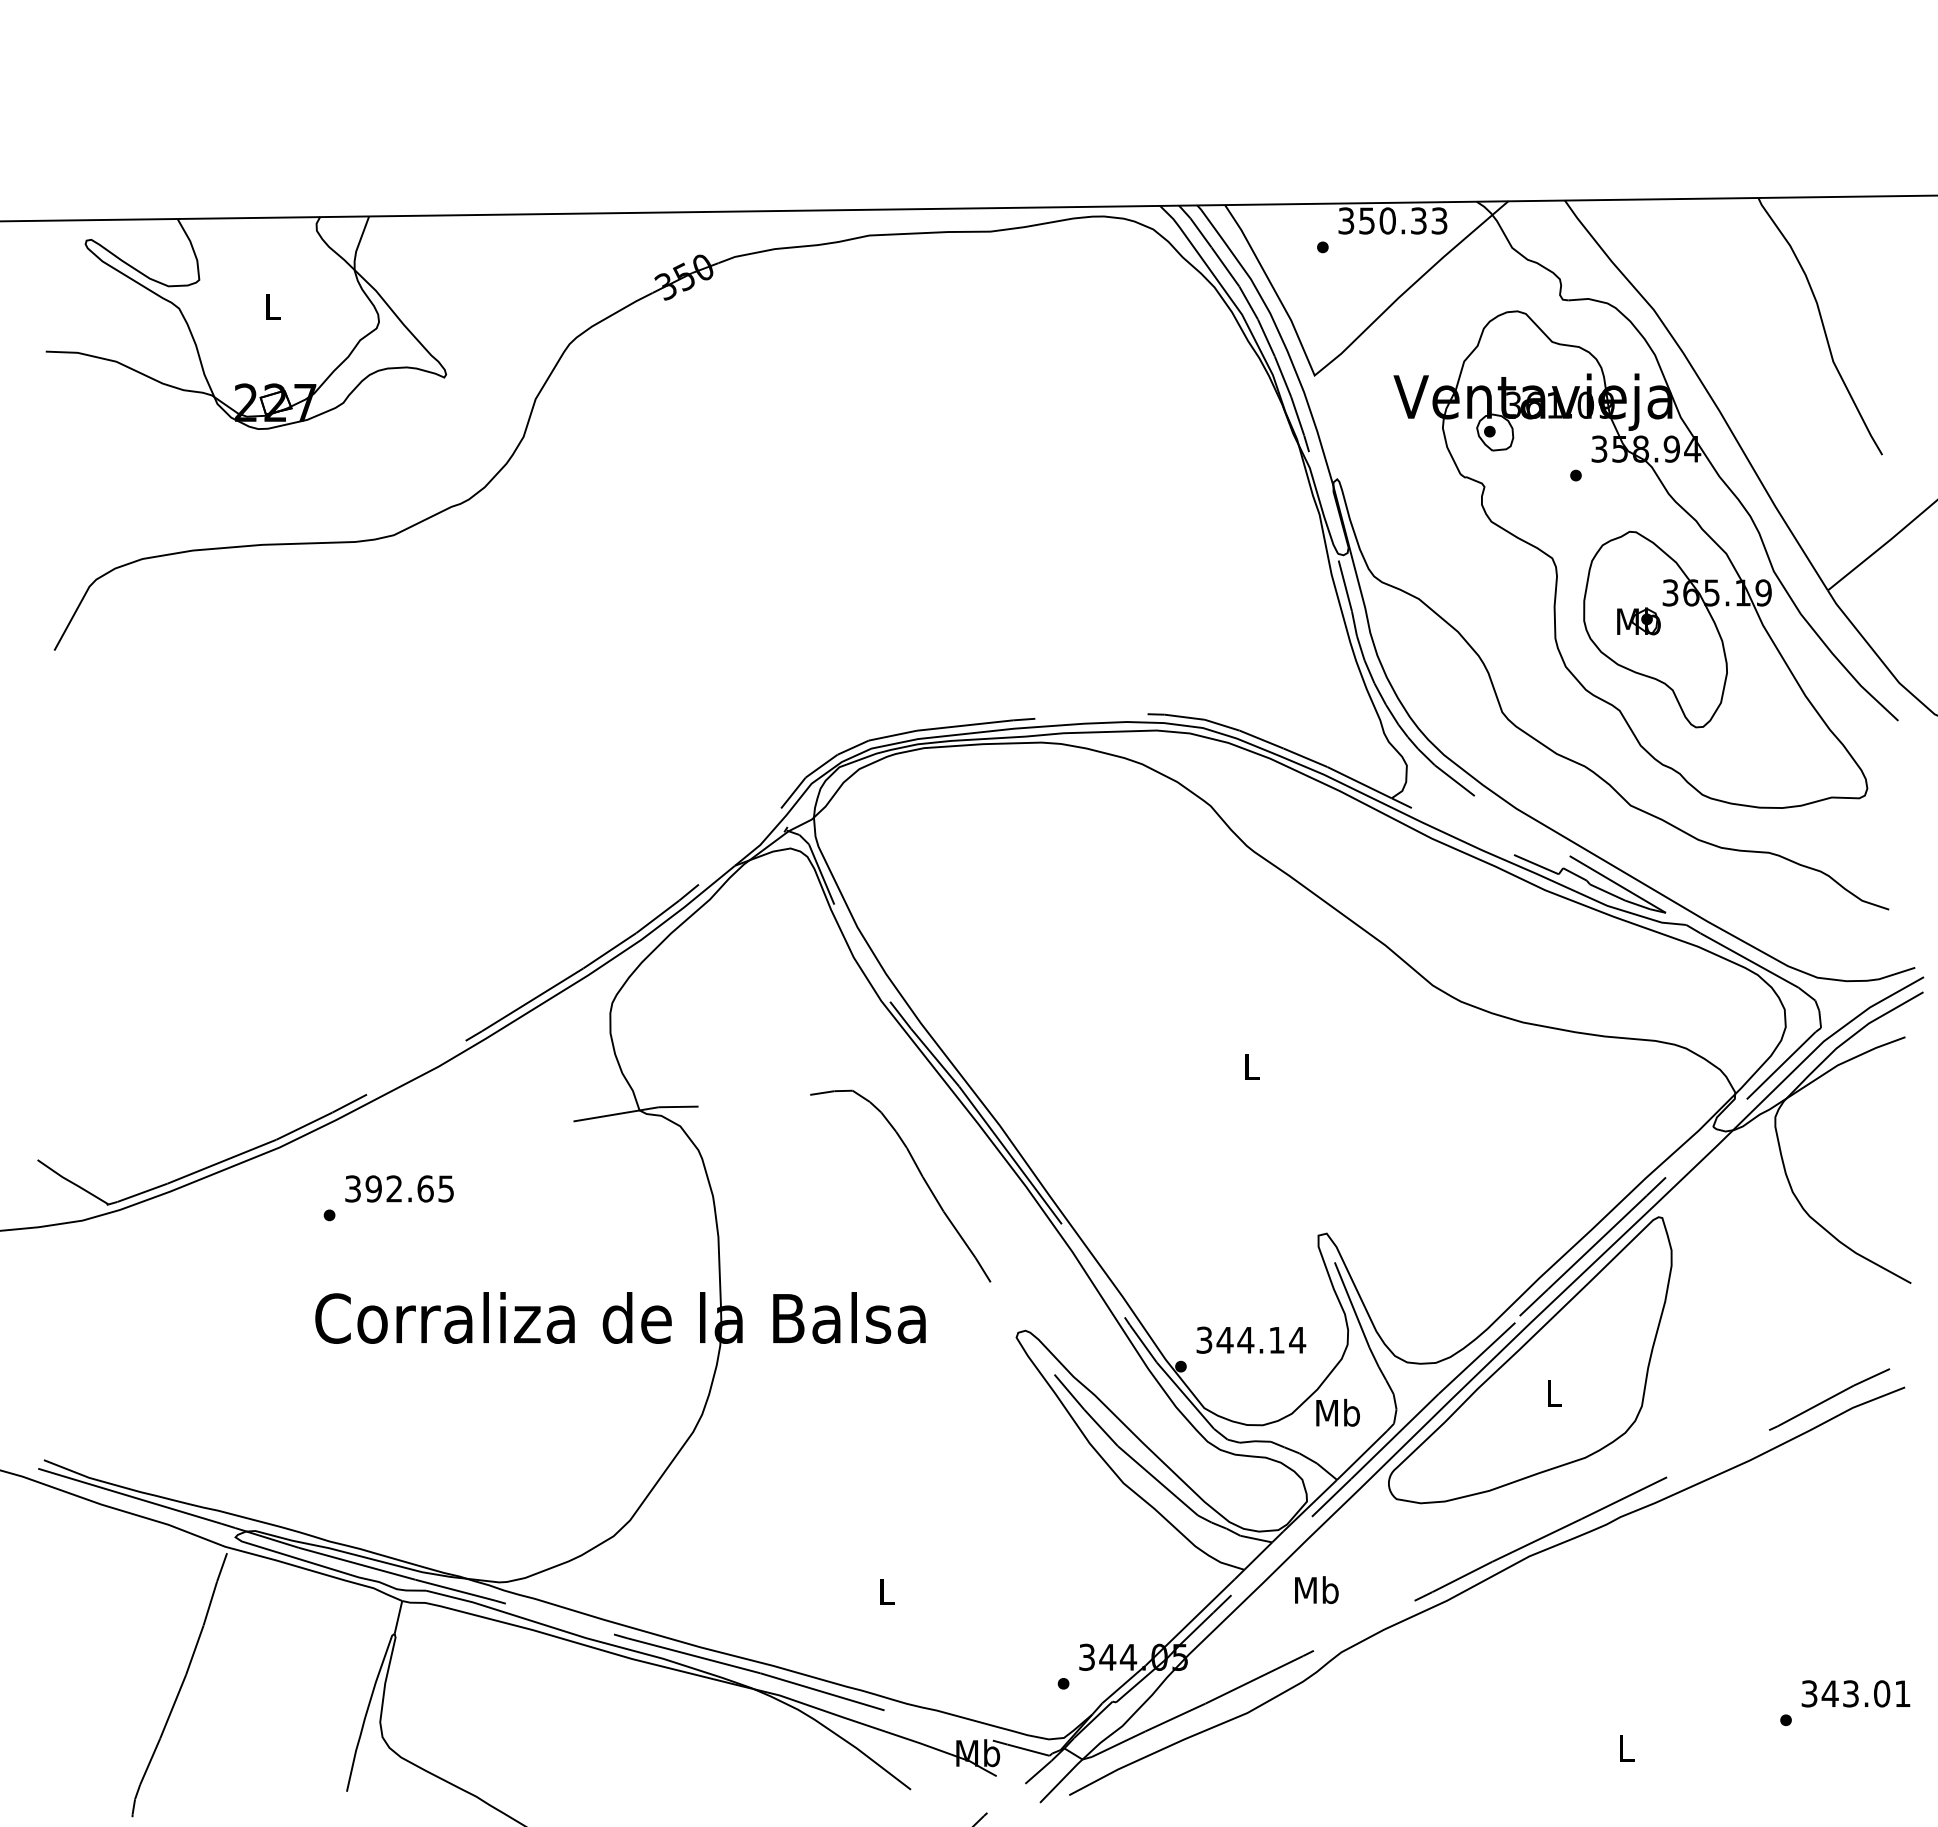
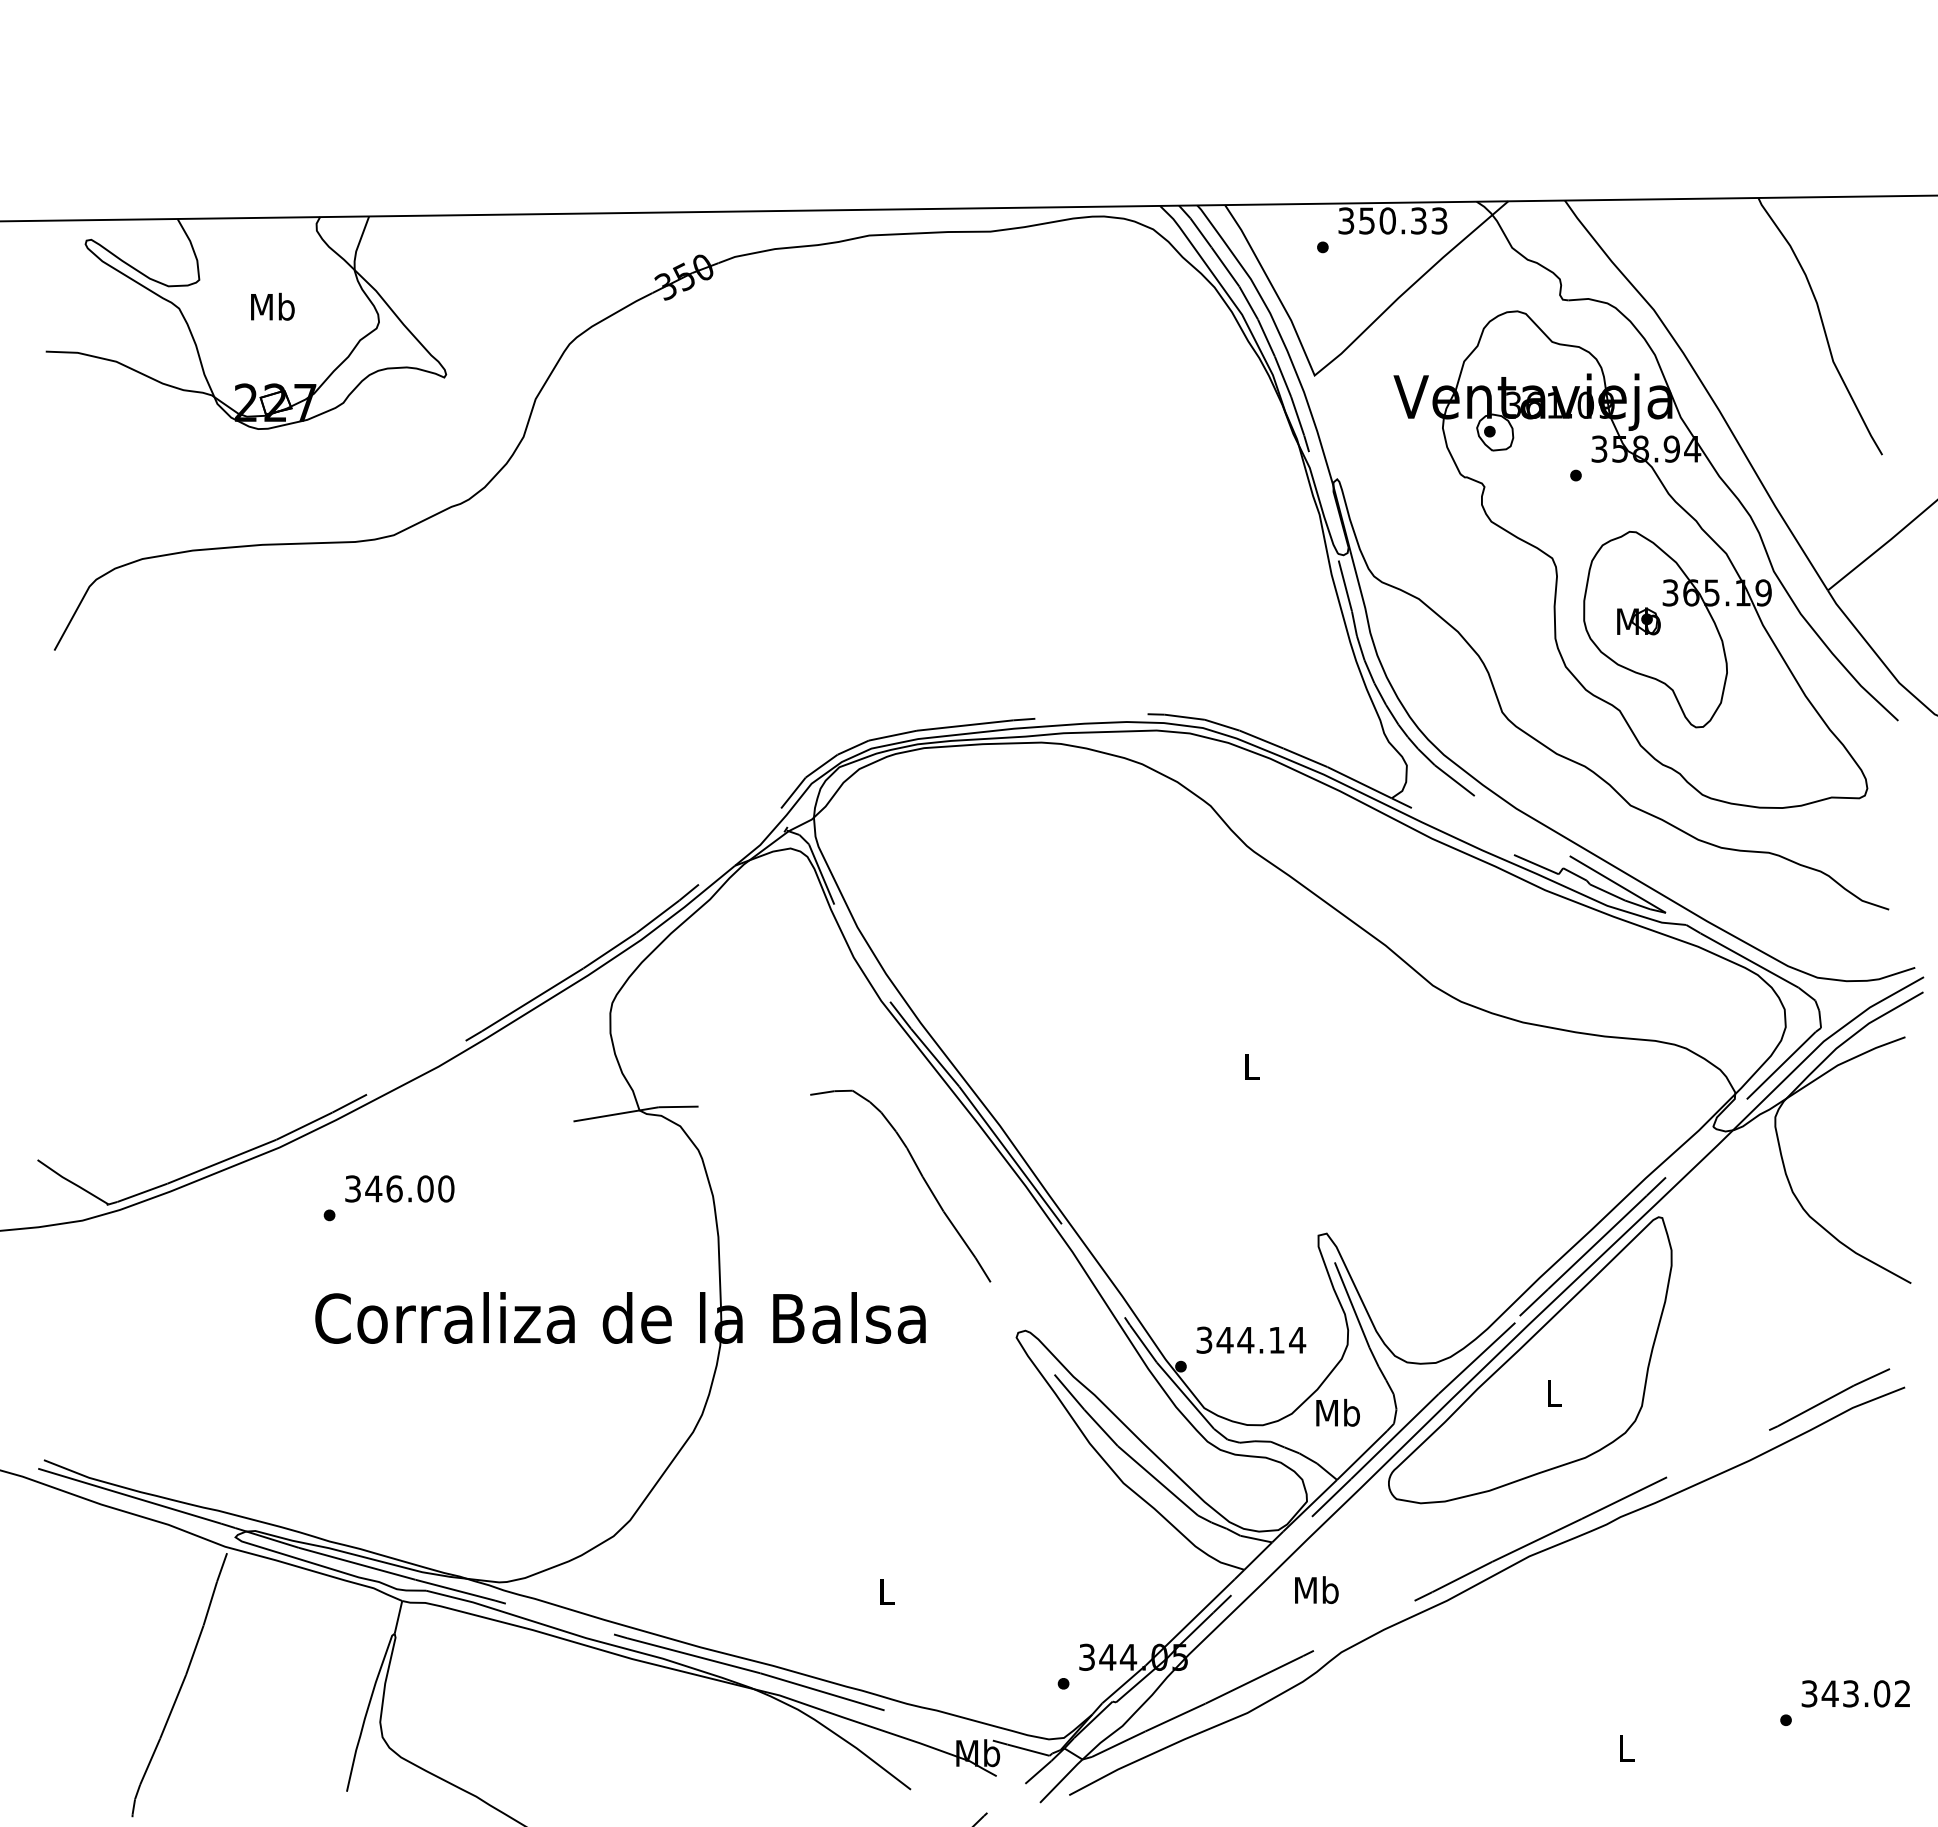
text at (272, 306): L -> Mb
text at (409, 1188): 392.65 -> 346.00
text at (1902, 1693): 343.01 -> 343.02
